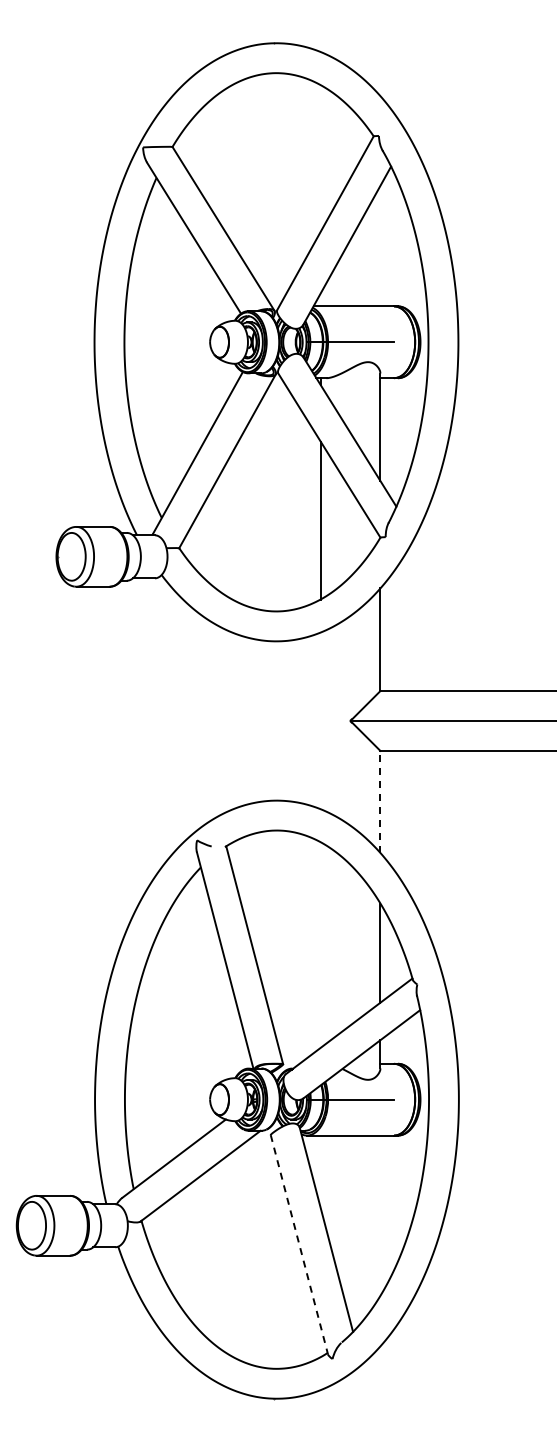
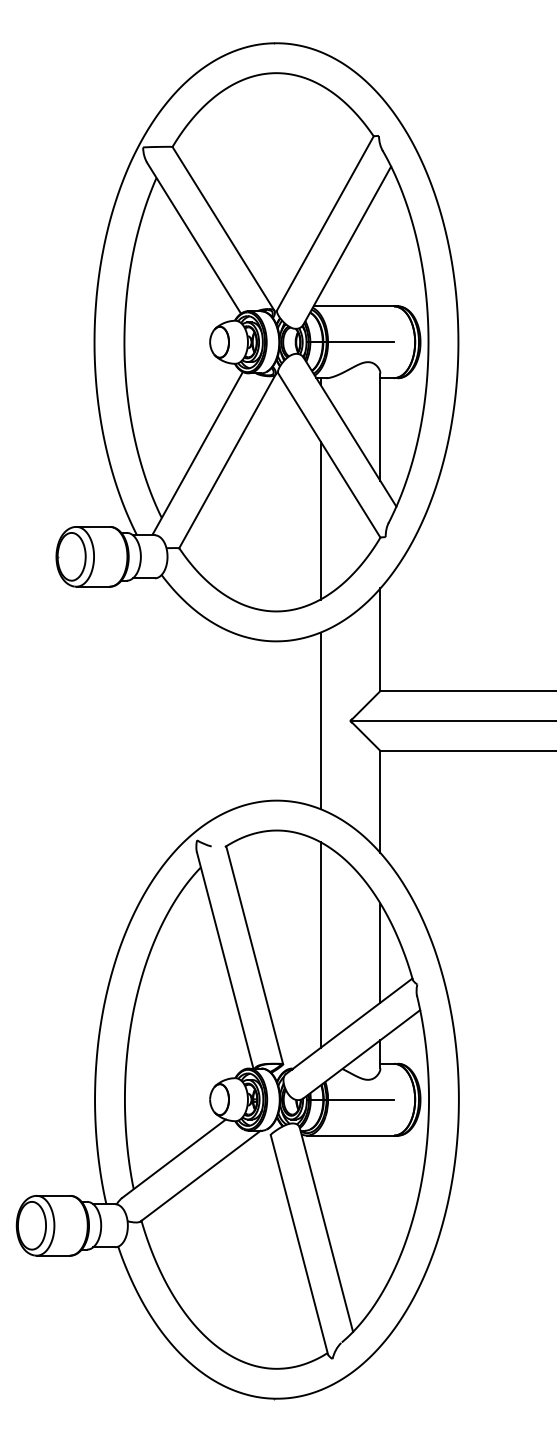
line at (320, 720): none -> present
line at (380, 801): dashed -> solid
line at (320, 944): none -> present
line at (299, 1245): dashed -> solid
